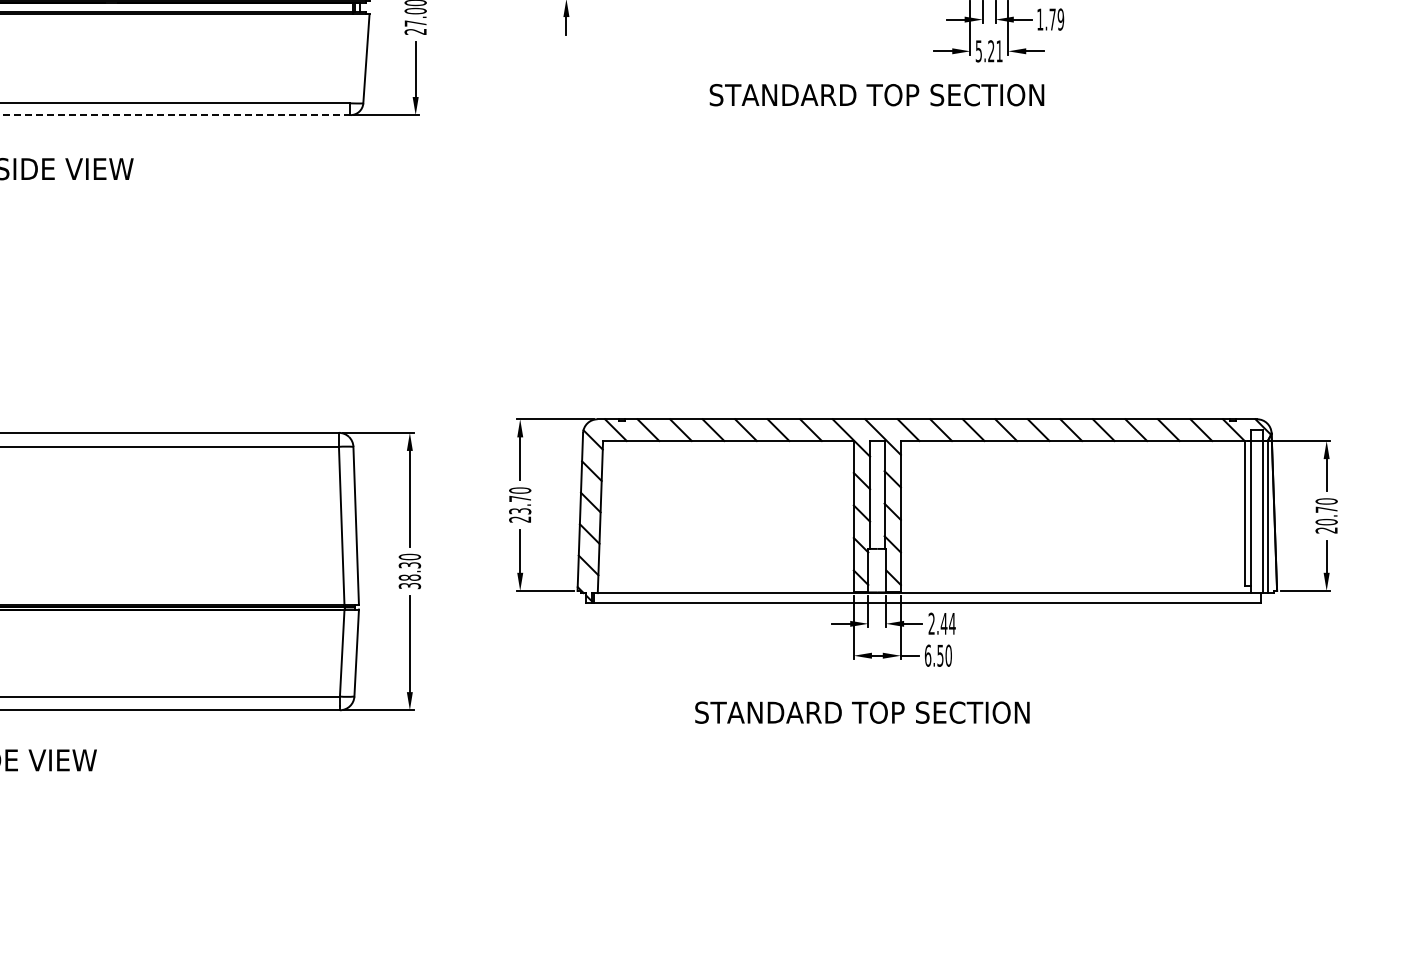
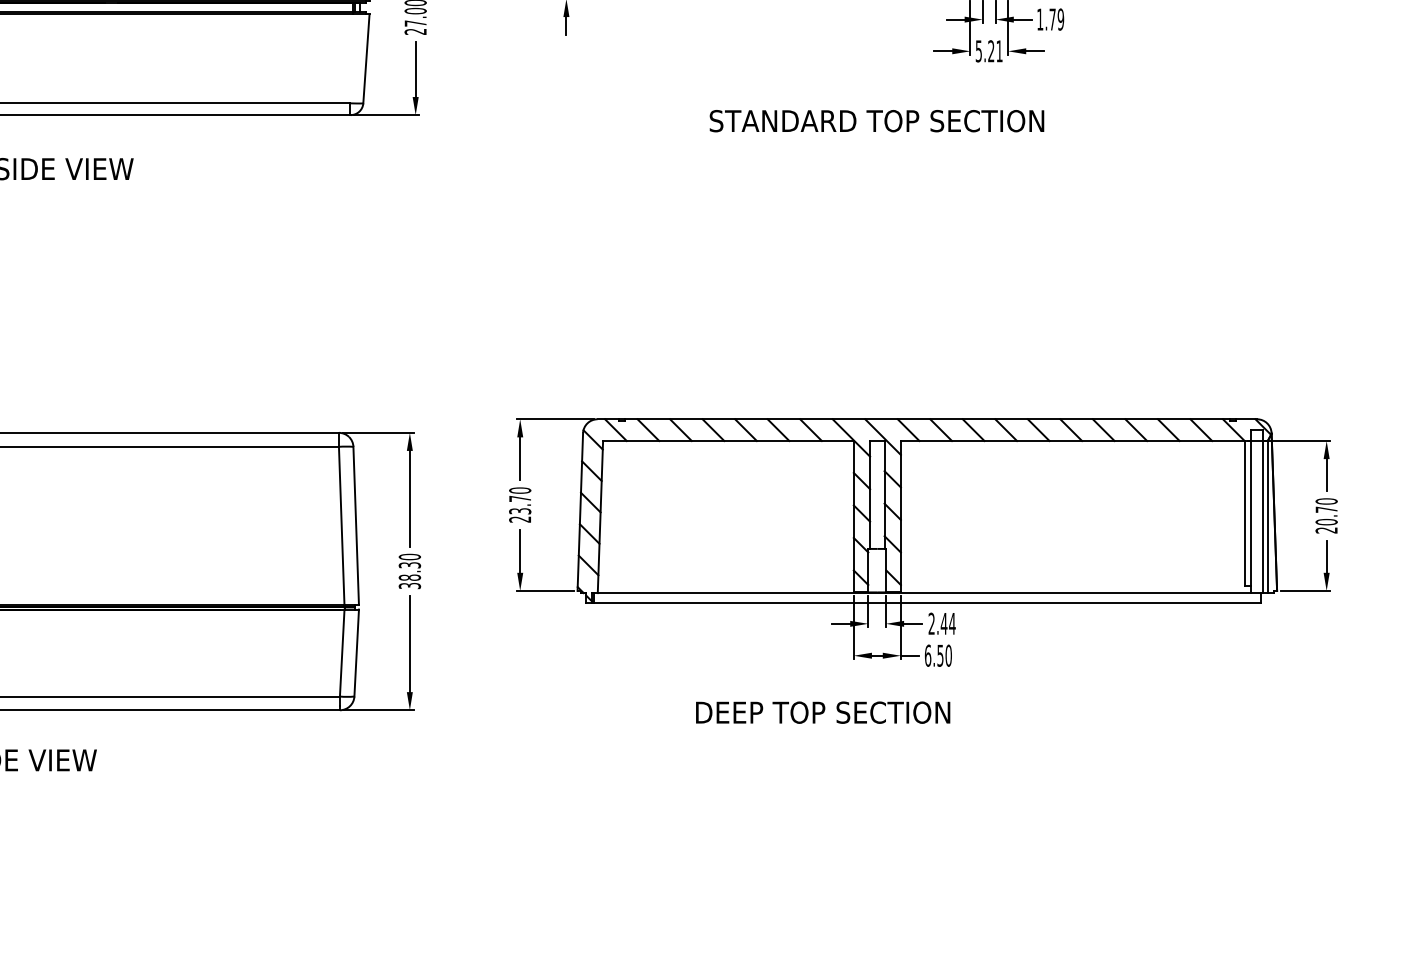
text at (876, 95) position: (876, 95) -> (876, 121)
line at (174, 115): dashed -> solid
text at (862, 712): STANDARD TOP SECTION -> DEEP TOP SECTION
